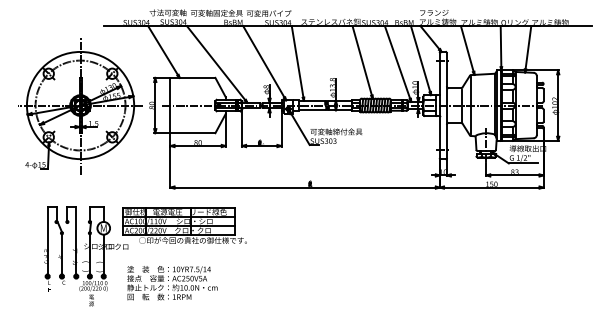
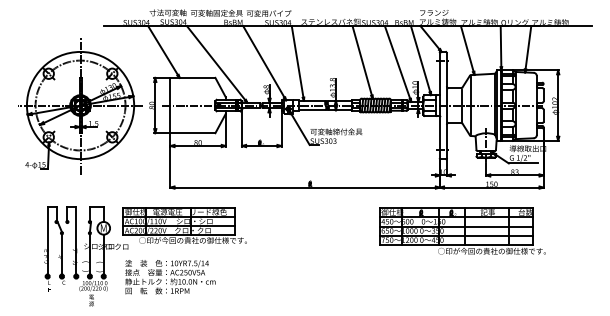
part at (462, 230): none -> present
text at (172, 283) position: (172, 283) -> (170, 277)
